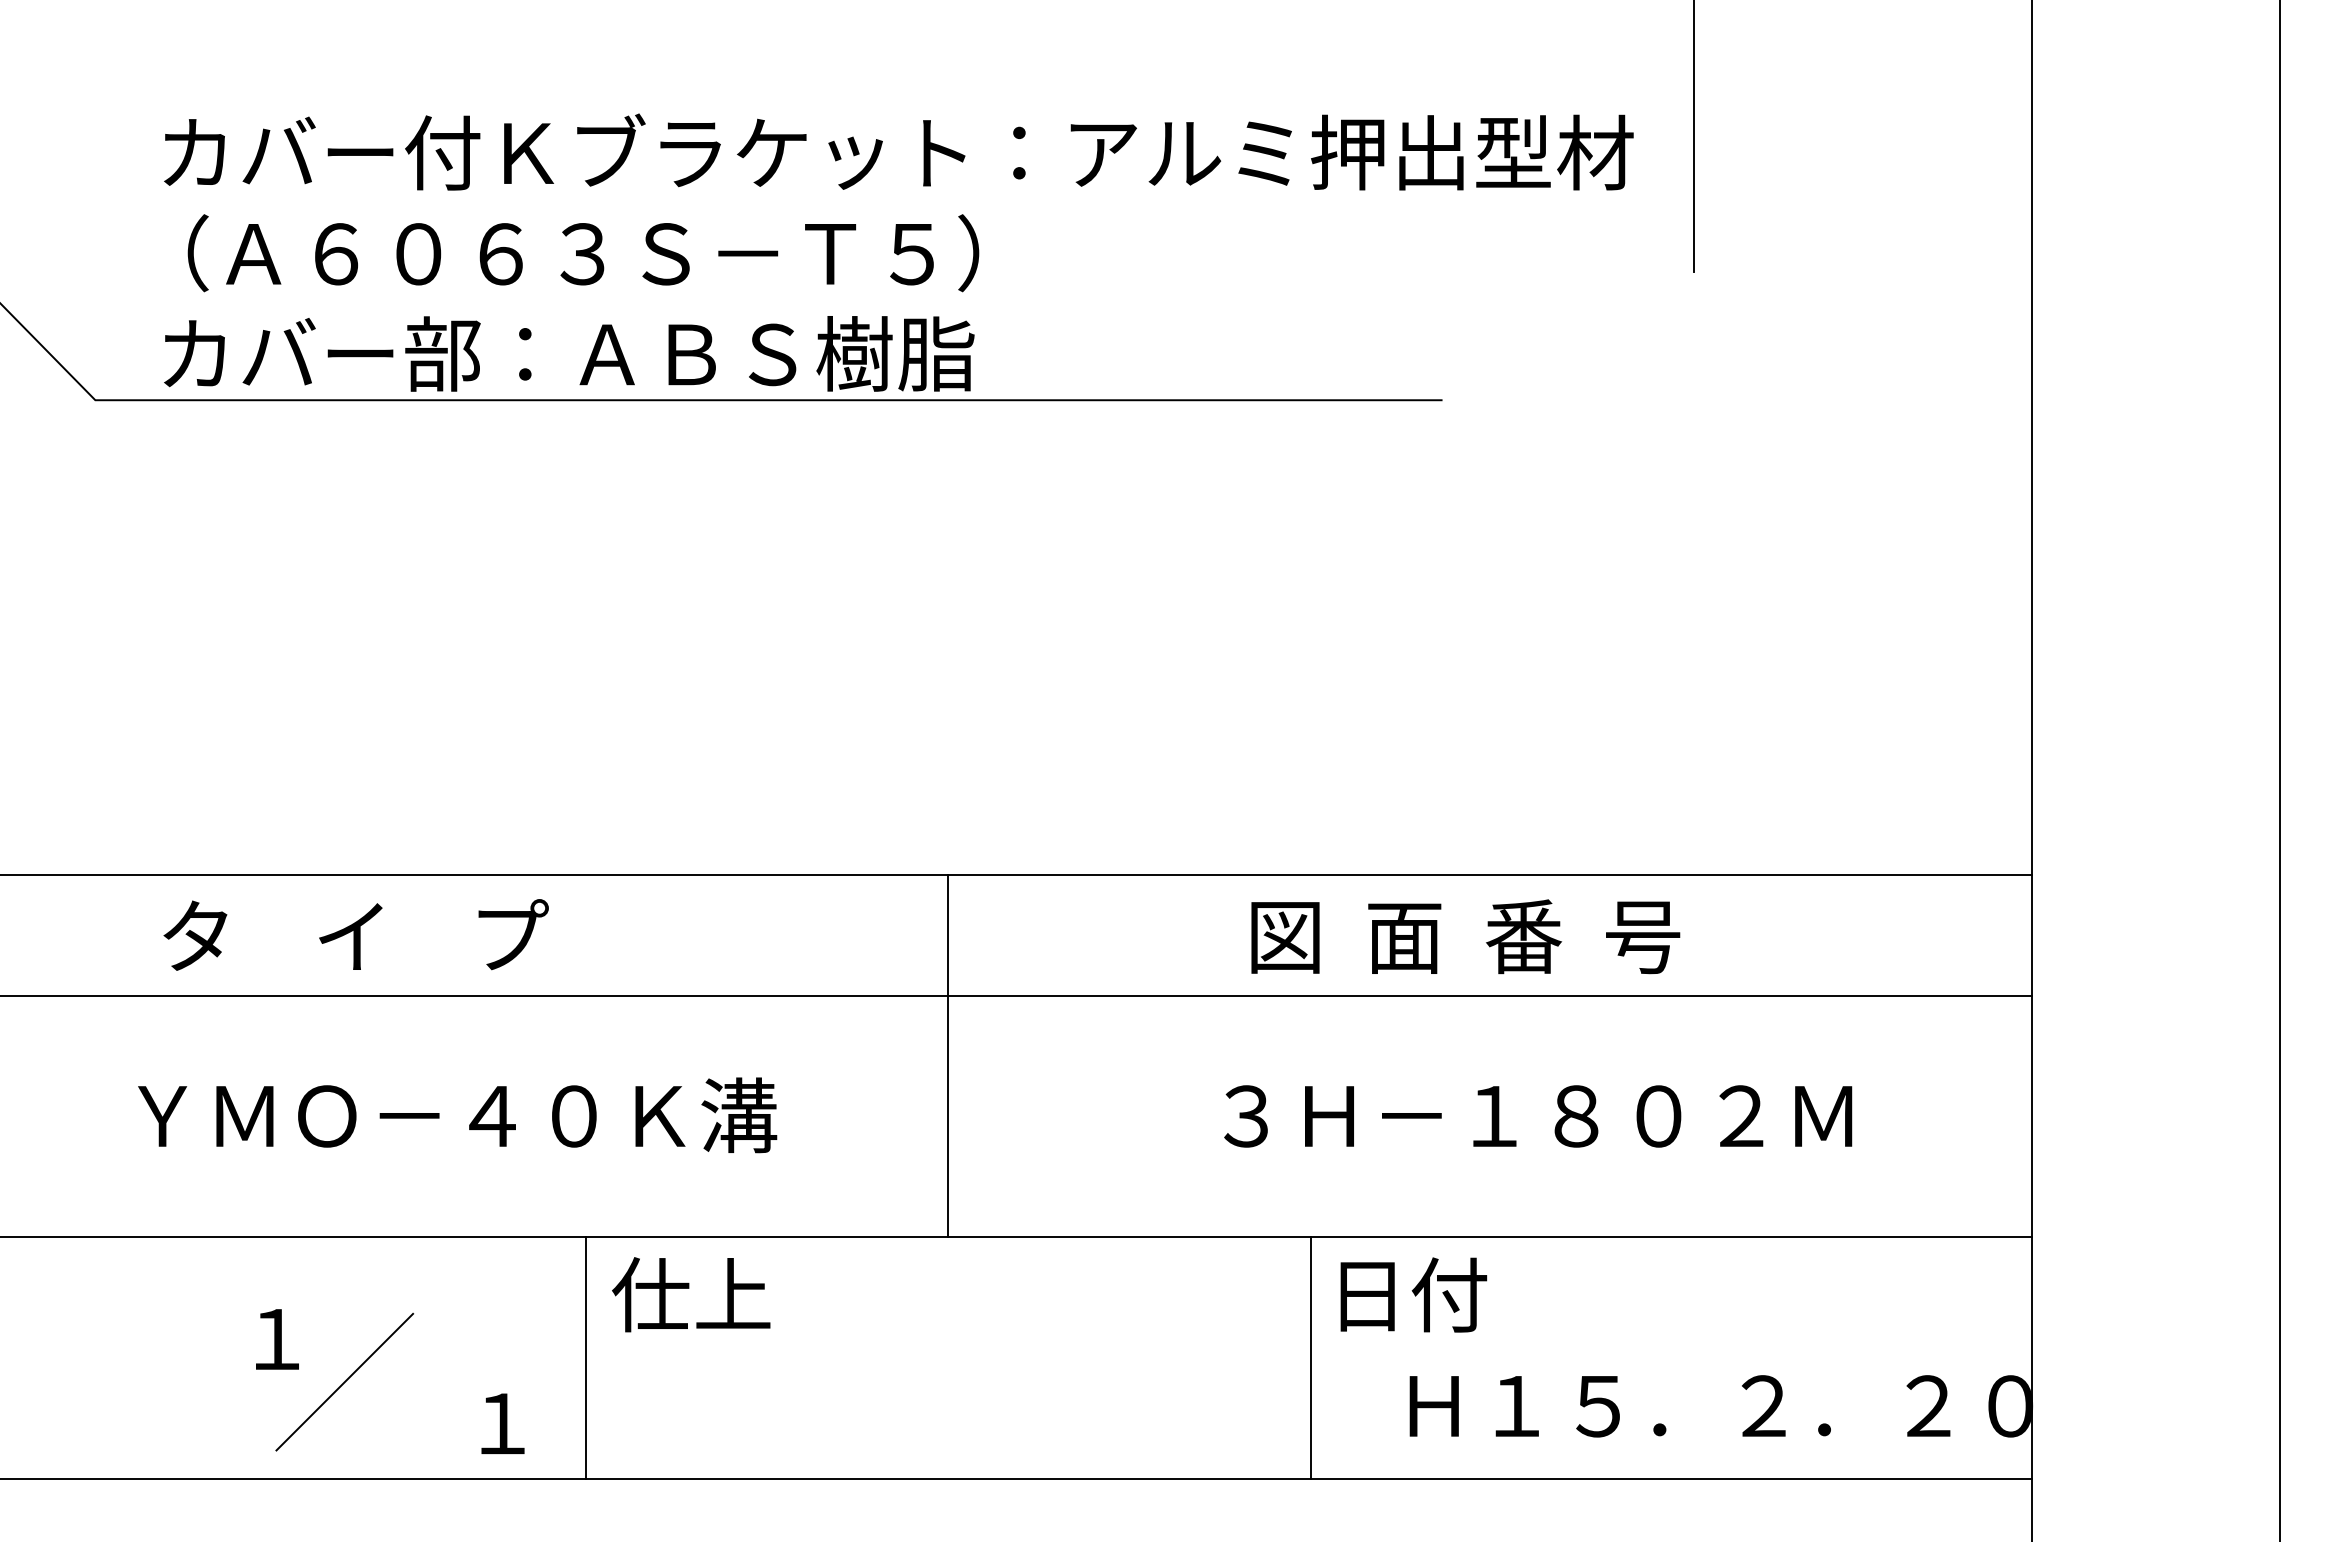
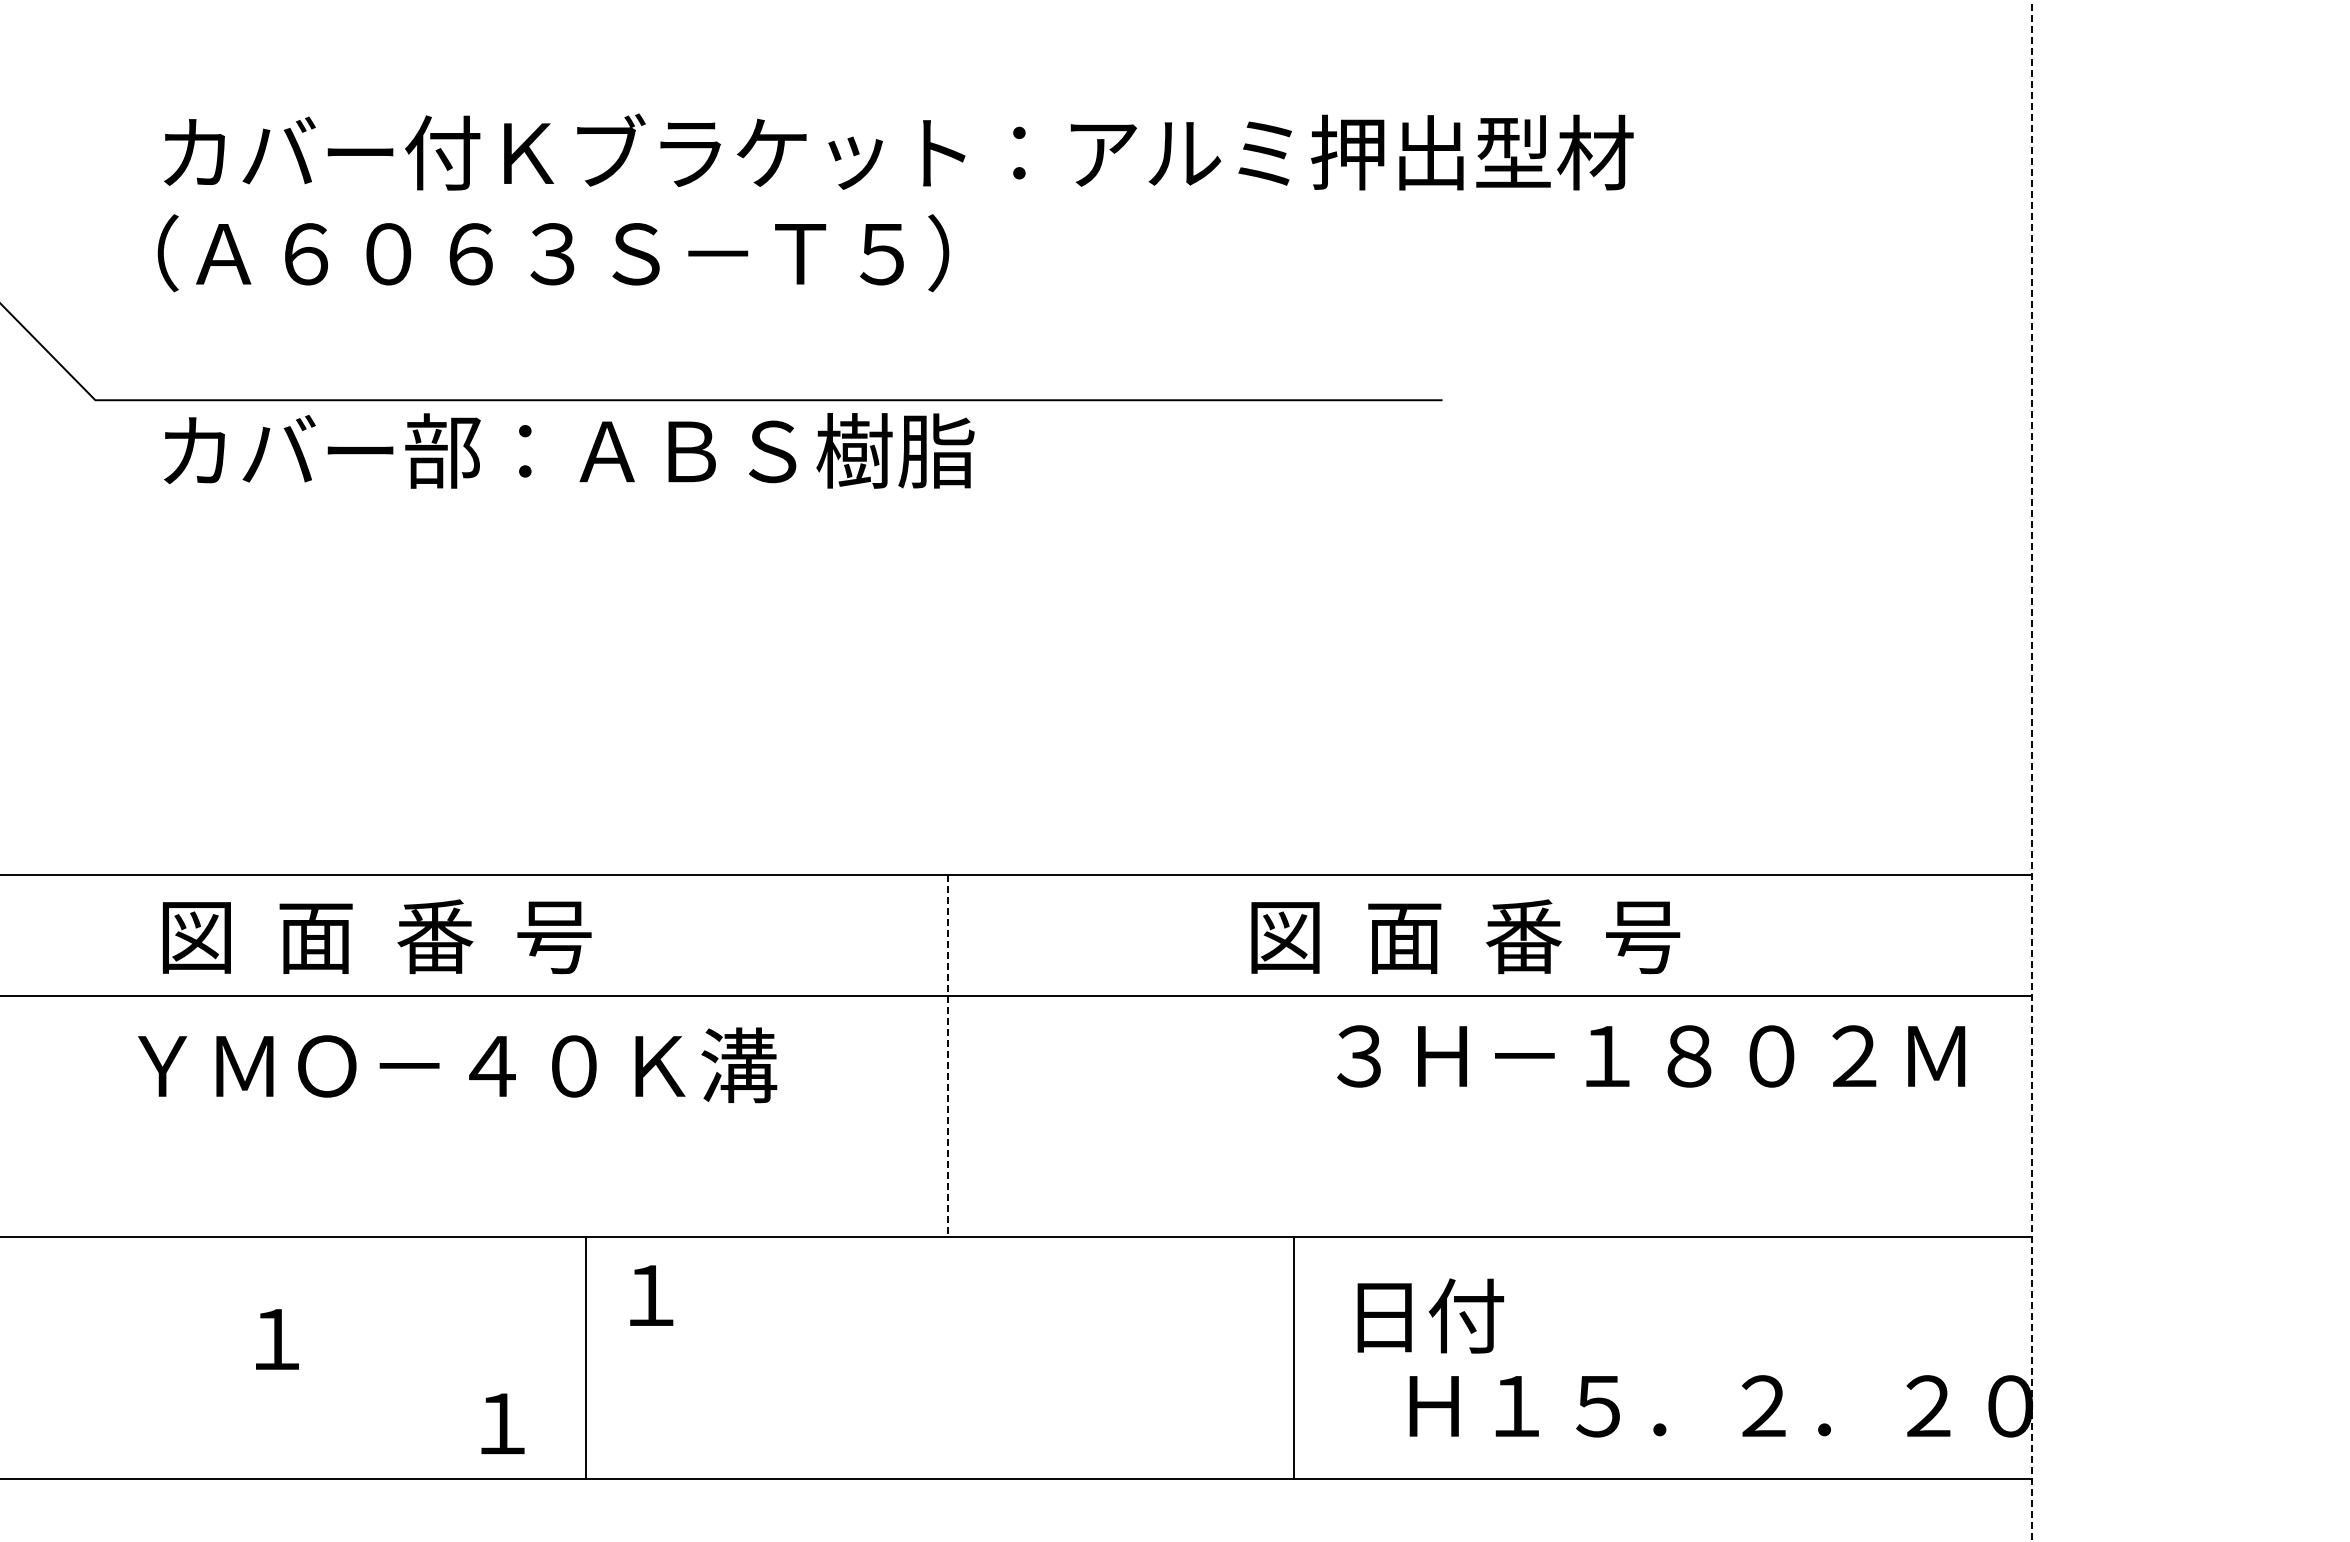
line at (1693, 136): present -> none
text at (583, 253) position: (583, 253) -> (553, 253)
text at (569, 353) position: (569, 353) -> (569, 450)
line at (2032, 770): solid -> dashed
line at (2279, 770): present -> none
text at (376, 936): タ    イ    プ -> 図  面  番  号
line at (948, 1056): solid -> dashed
text at (457, 1115) position: (457, 1115) -> (457, 1065)
text at (1538, 1116) position: (1538, 1116) -> (1651, 1056)
text at (691, 1294): 仕上 -> １
text at (1413, 1294) position: (1413, 1294) -> (1430, 1315)
line at (1310, 1357) position: (1310, 1357) -> (1293, 1357)
line at (344, 1381): present -> none
